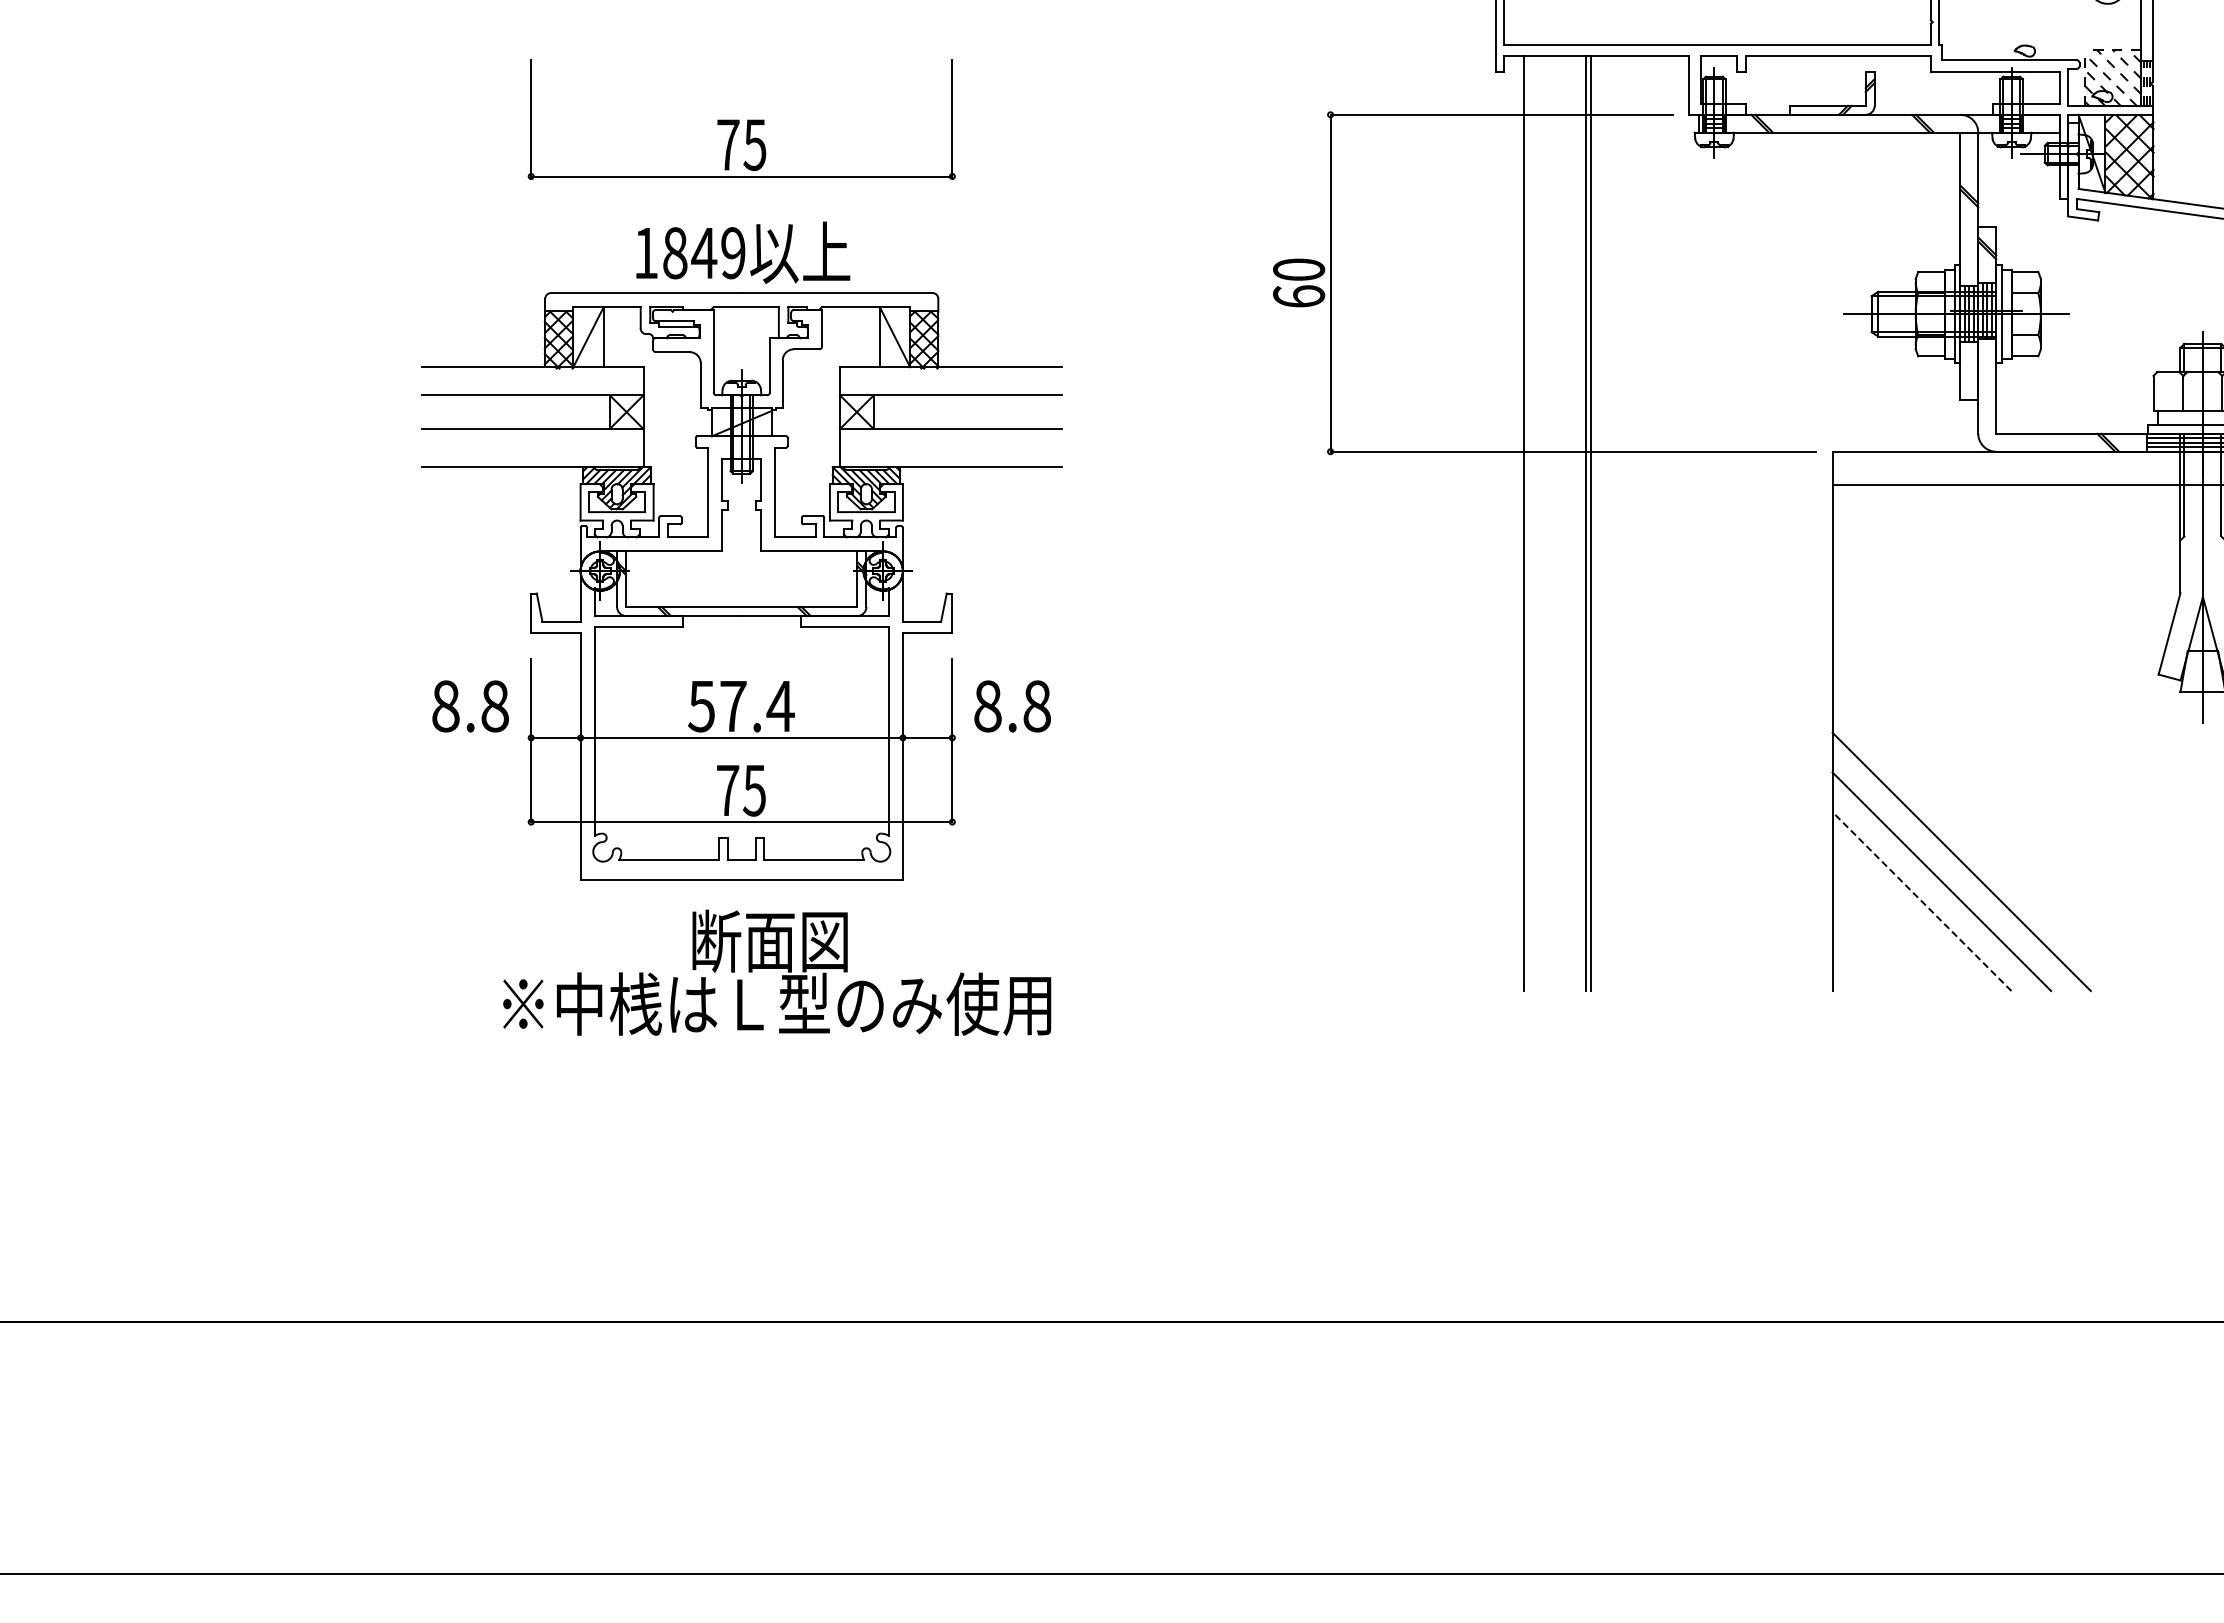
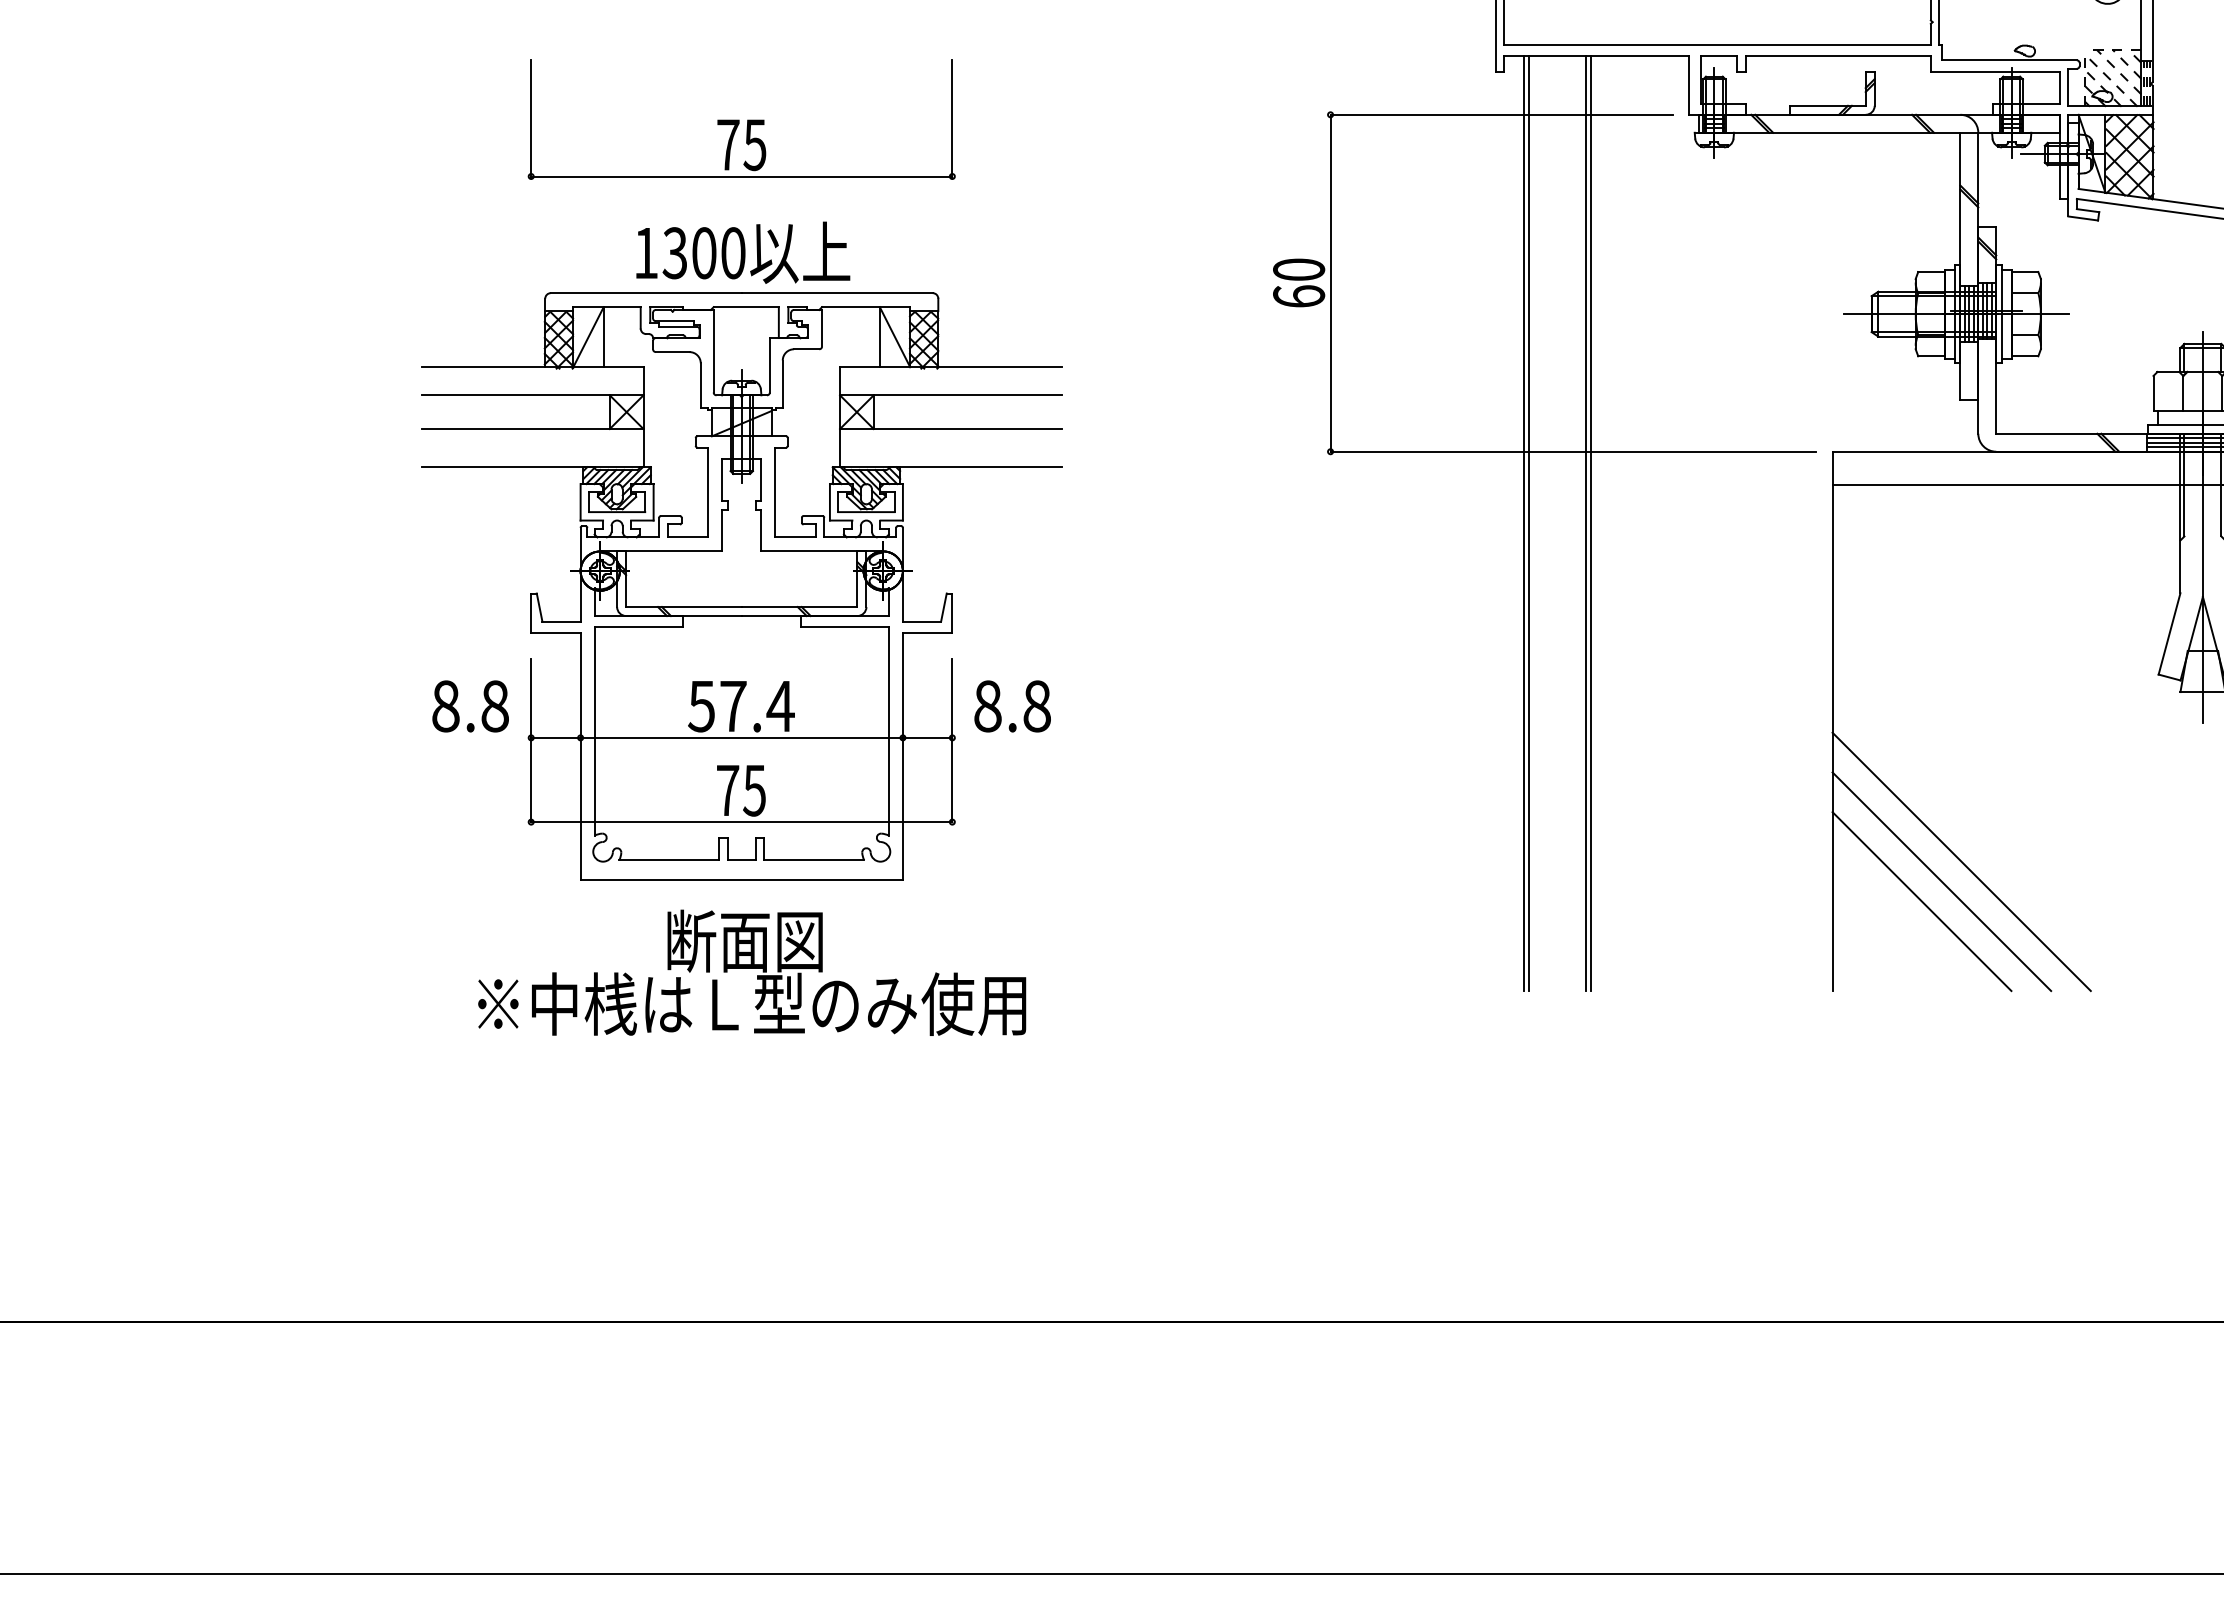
text at (703, 253): 1849 -> 1300
line at (1529, 523): none -> present
line at (1921, 901): dashed -> solid
text at (777, 972) position: (777, 972) -> (752, 972)
